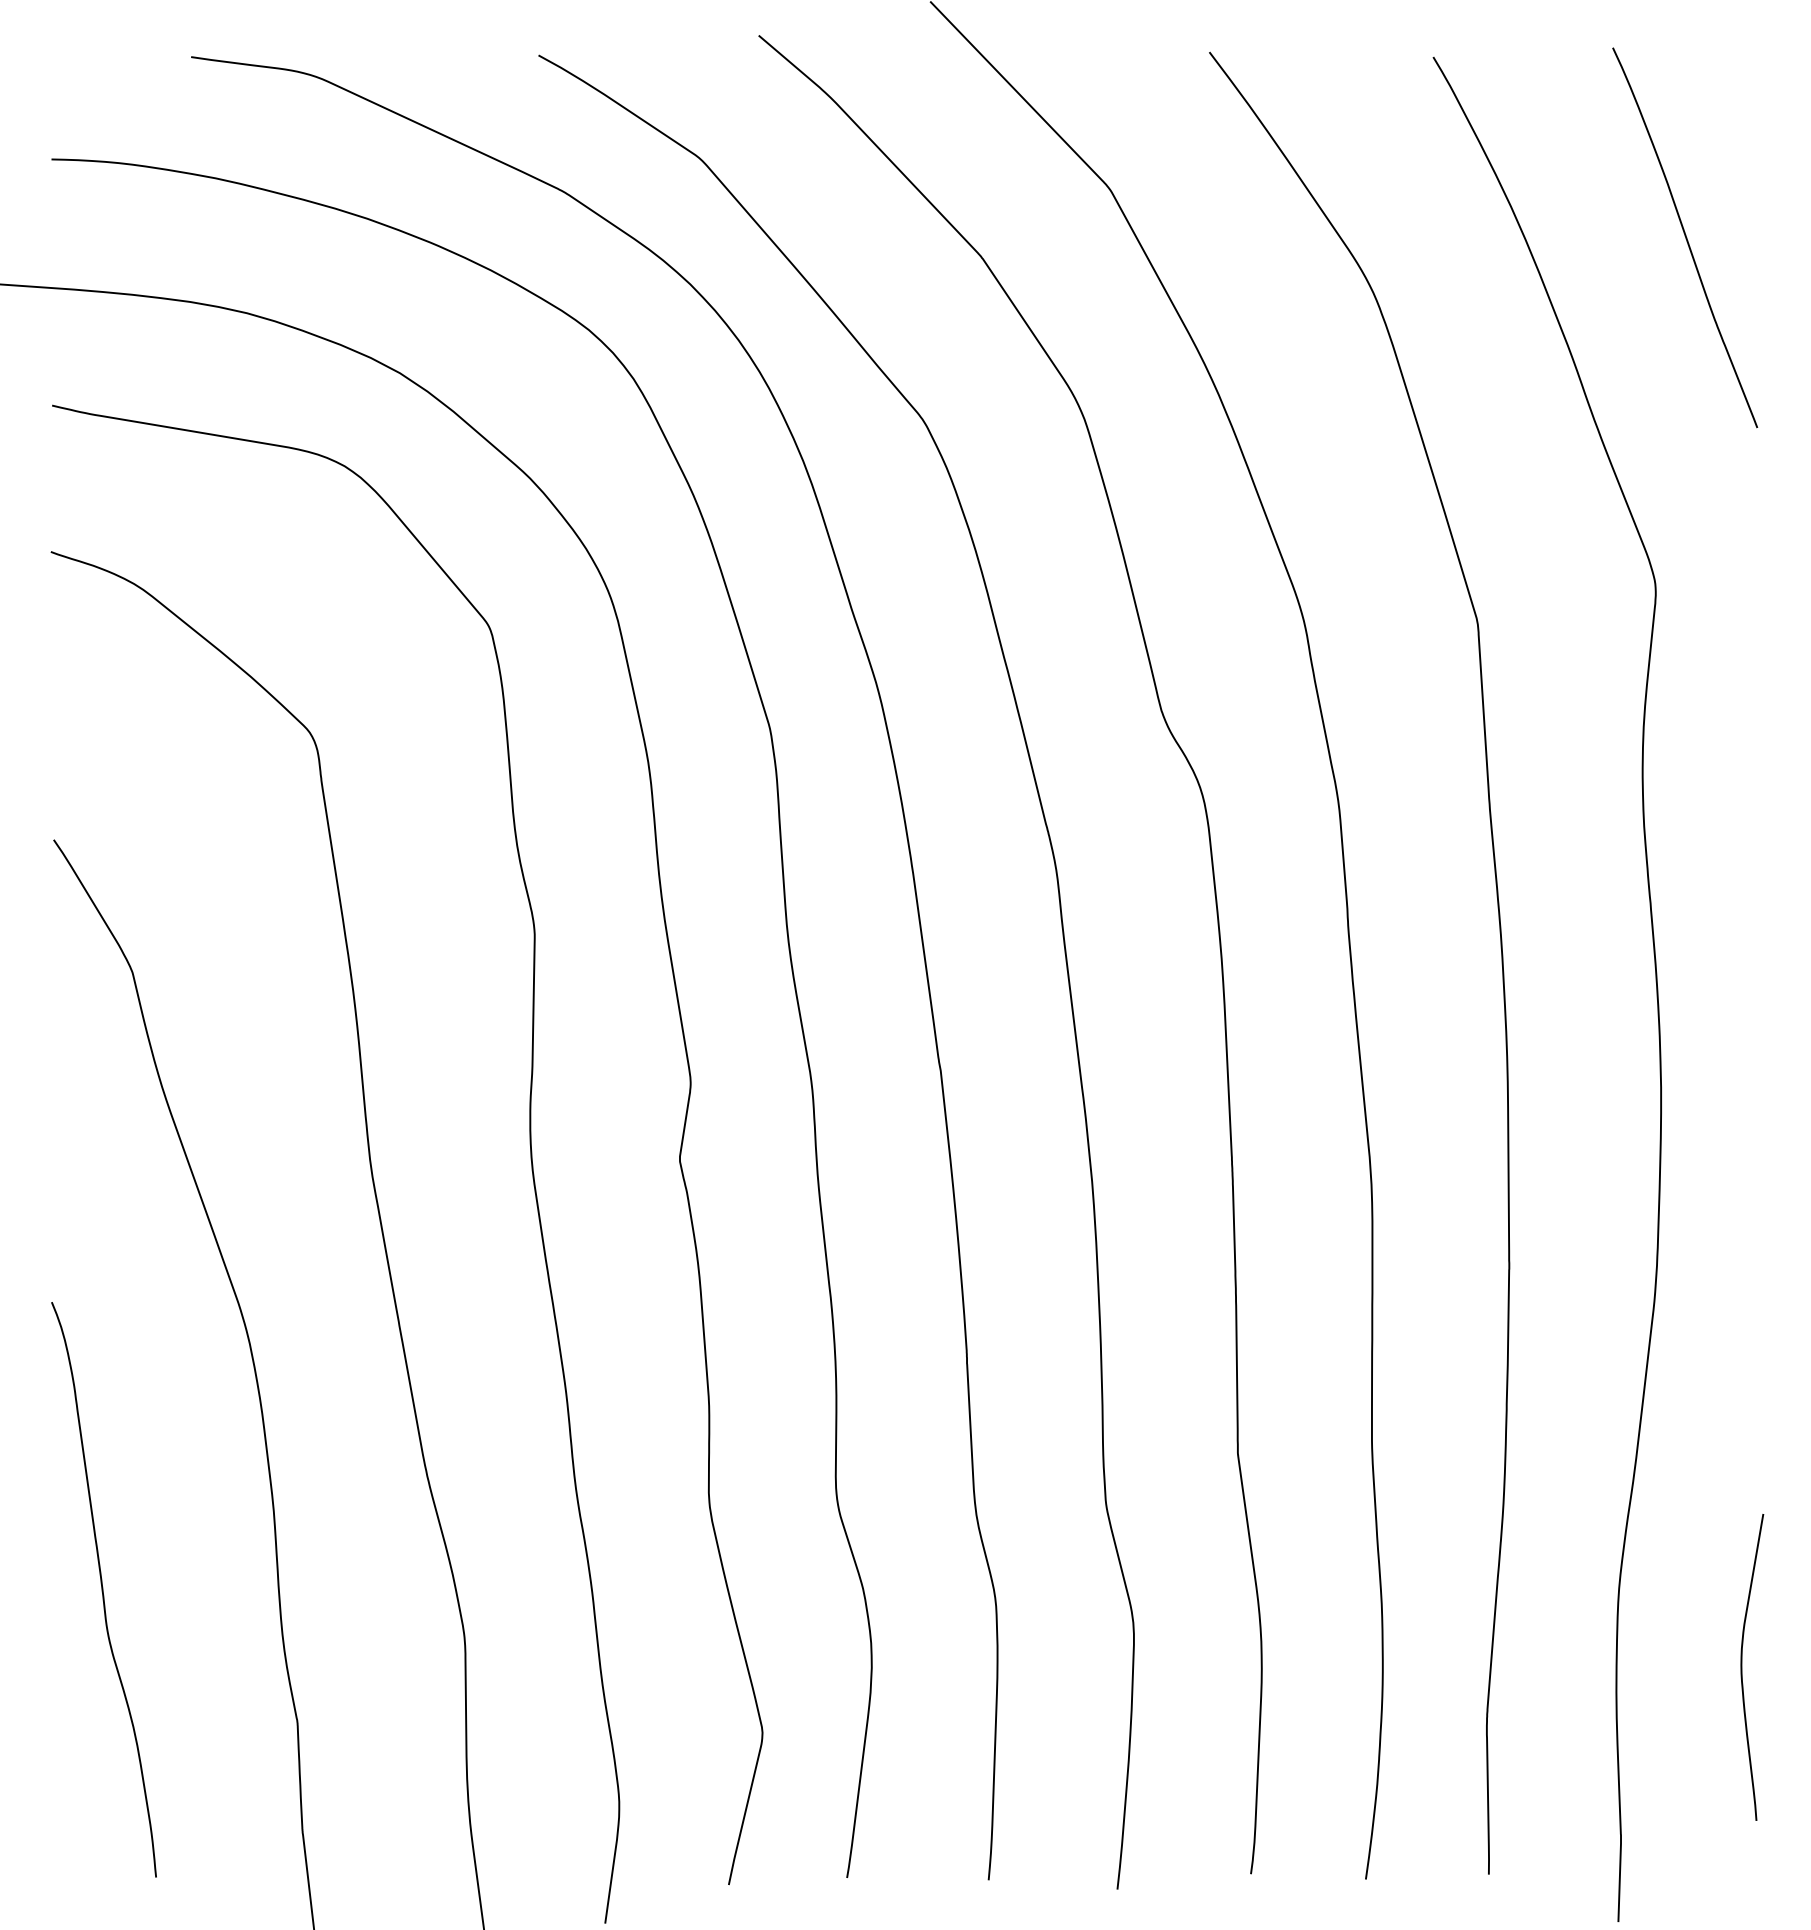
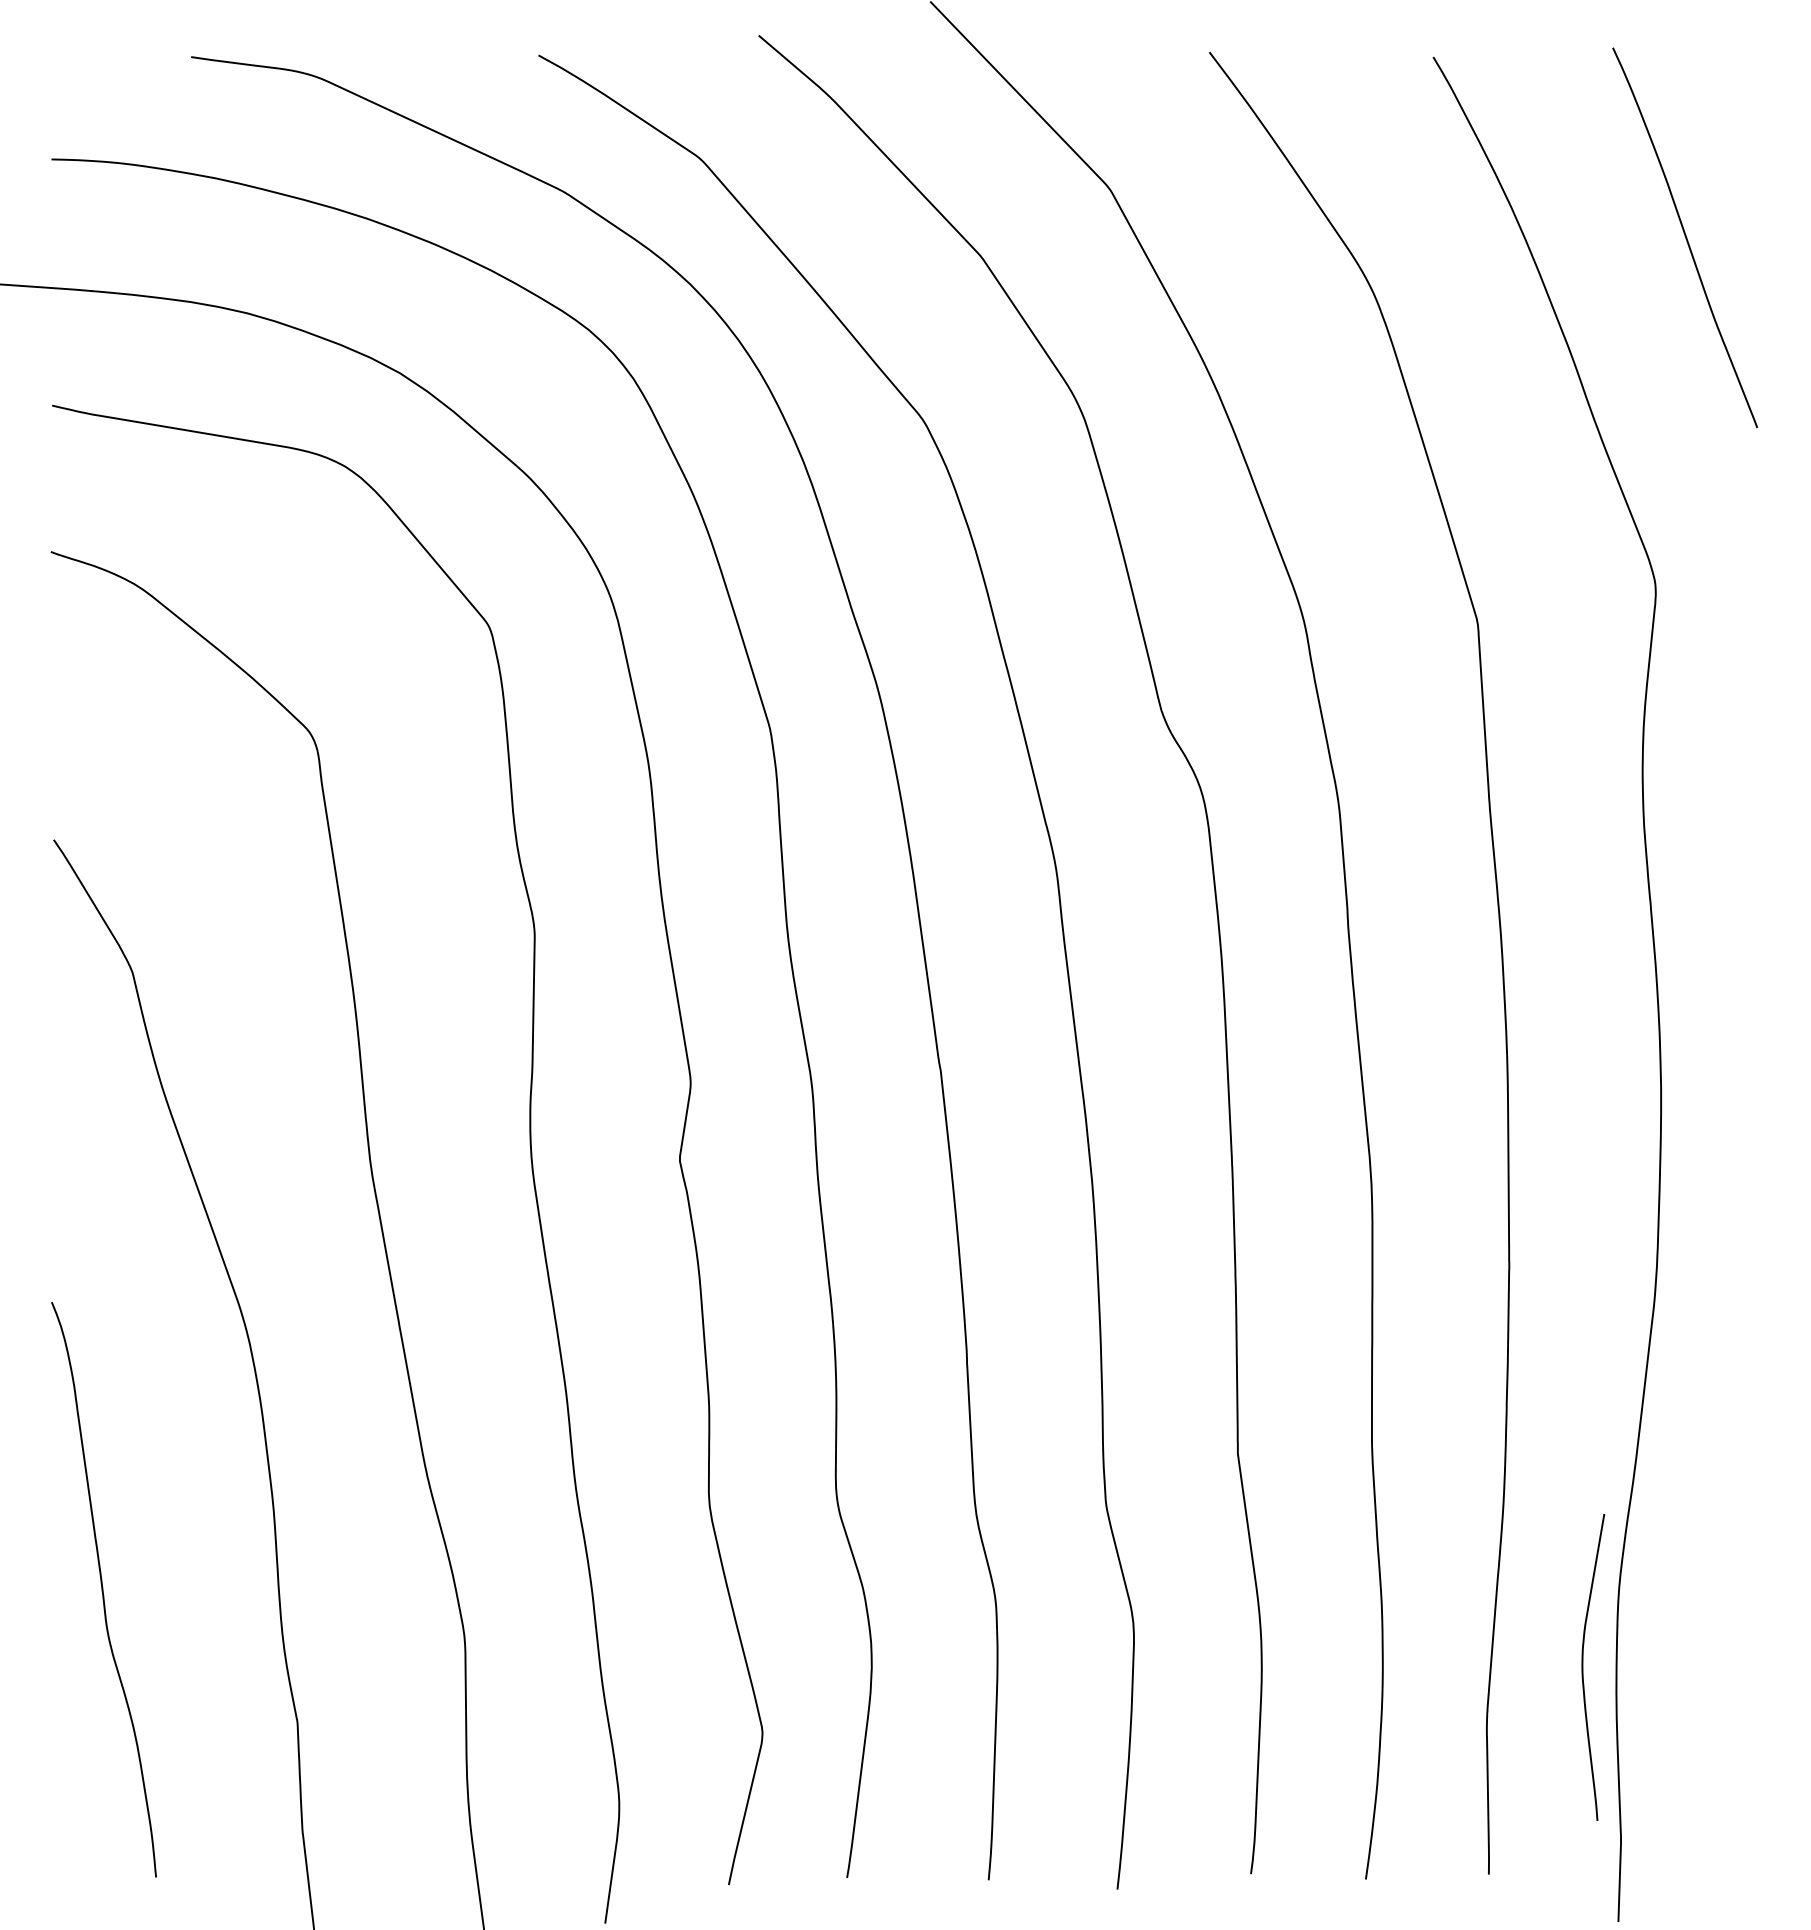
curve at (1742, 1667) position: (1742, 1667) -> (1583, 1667)
